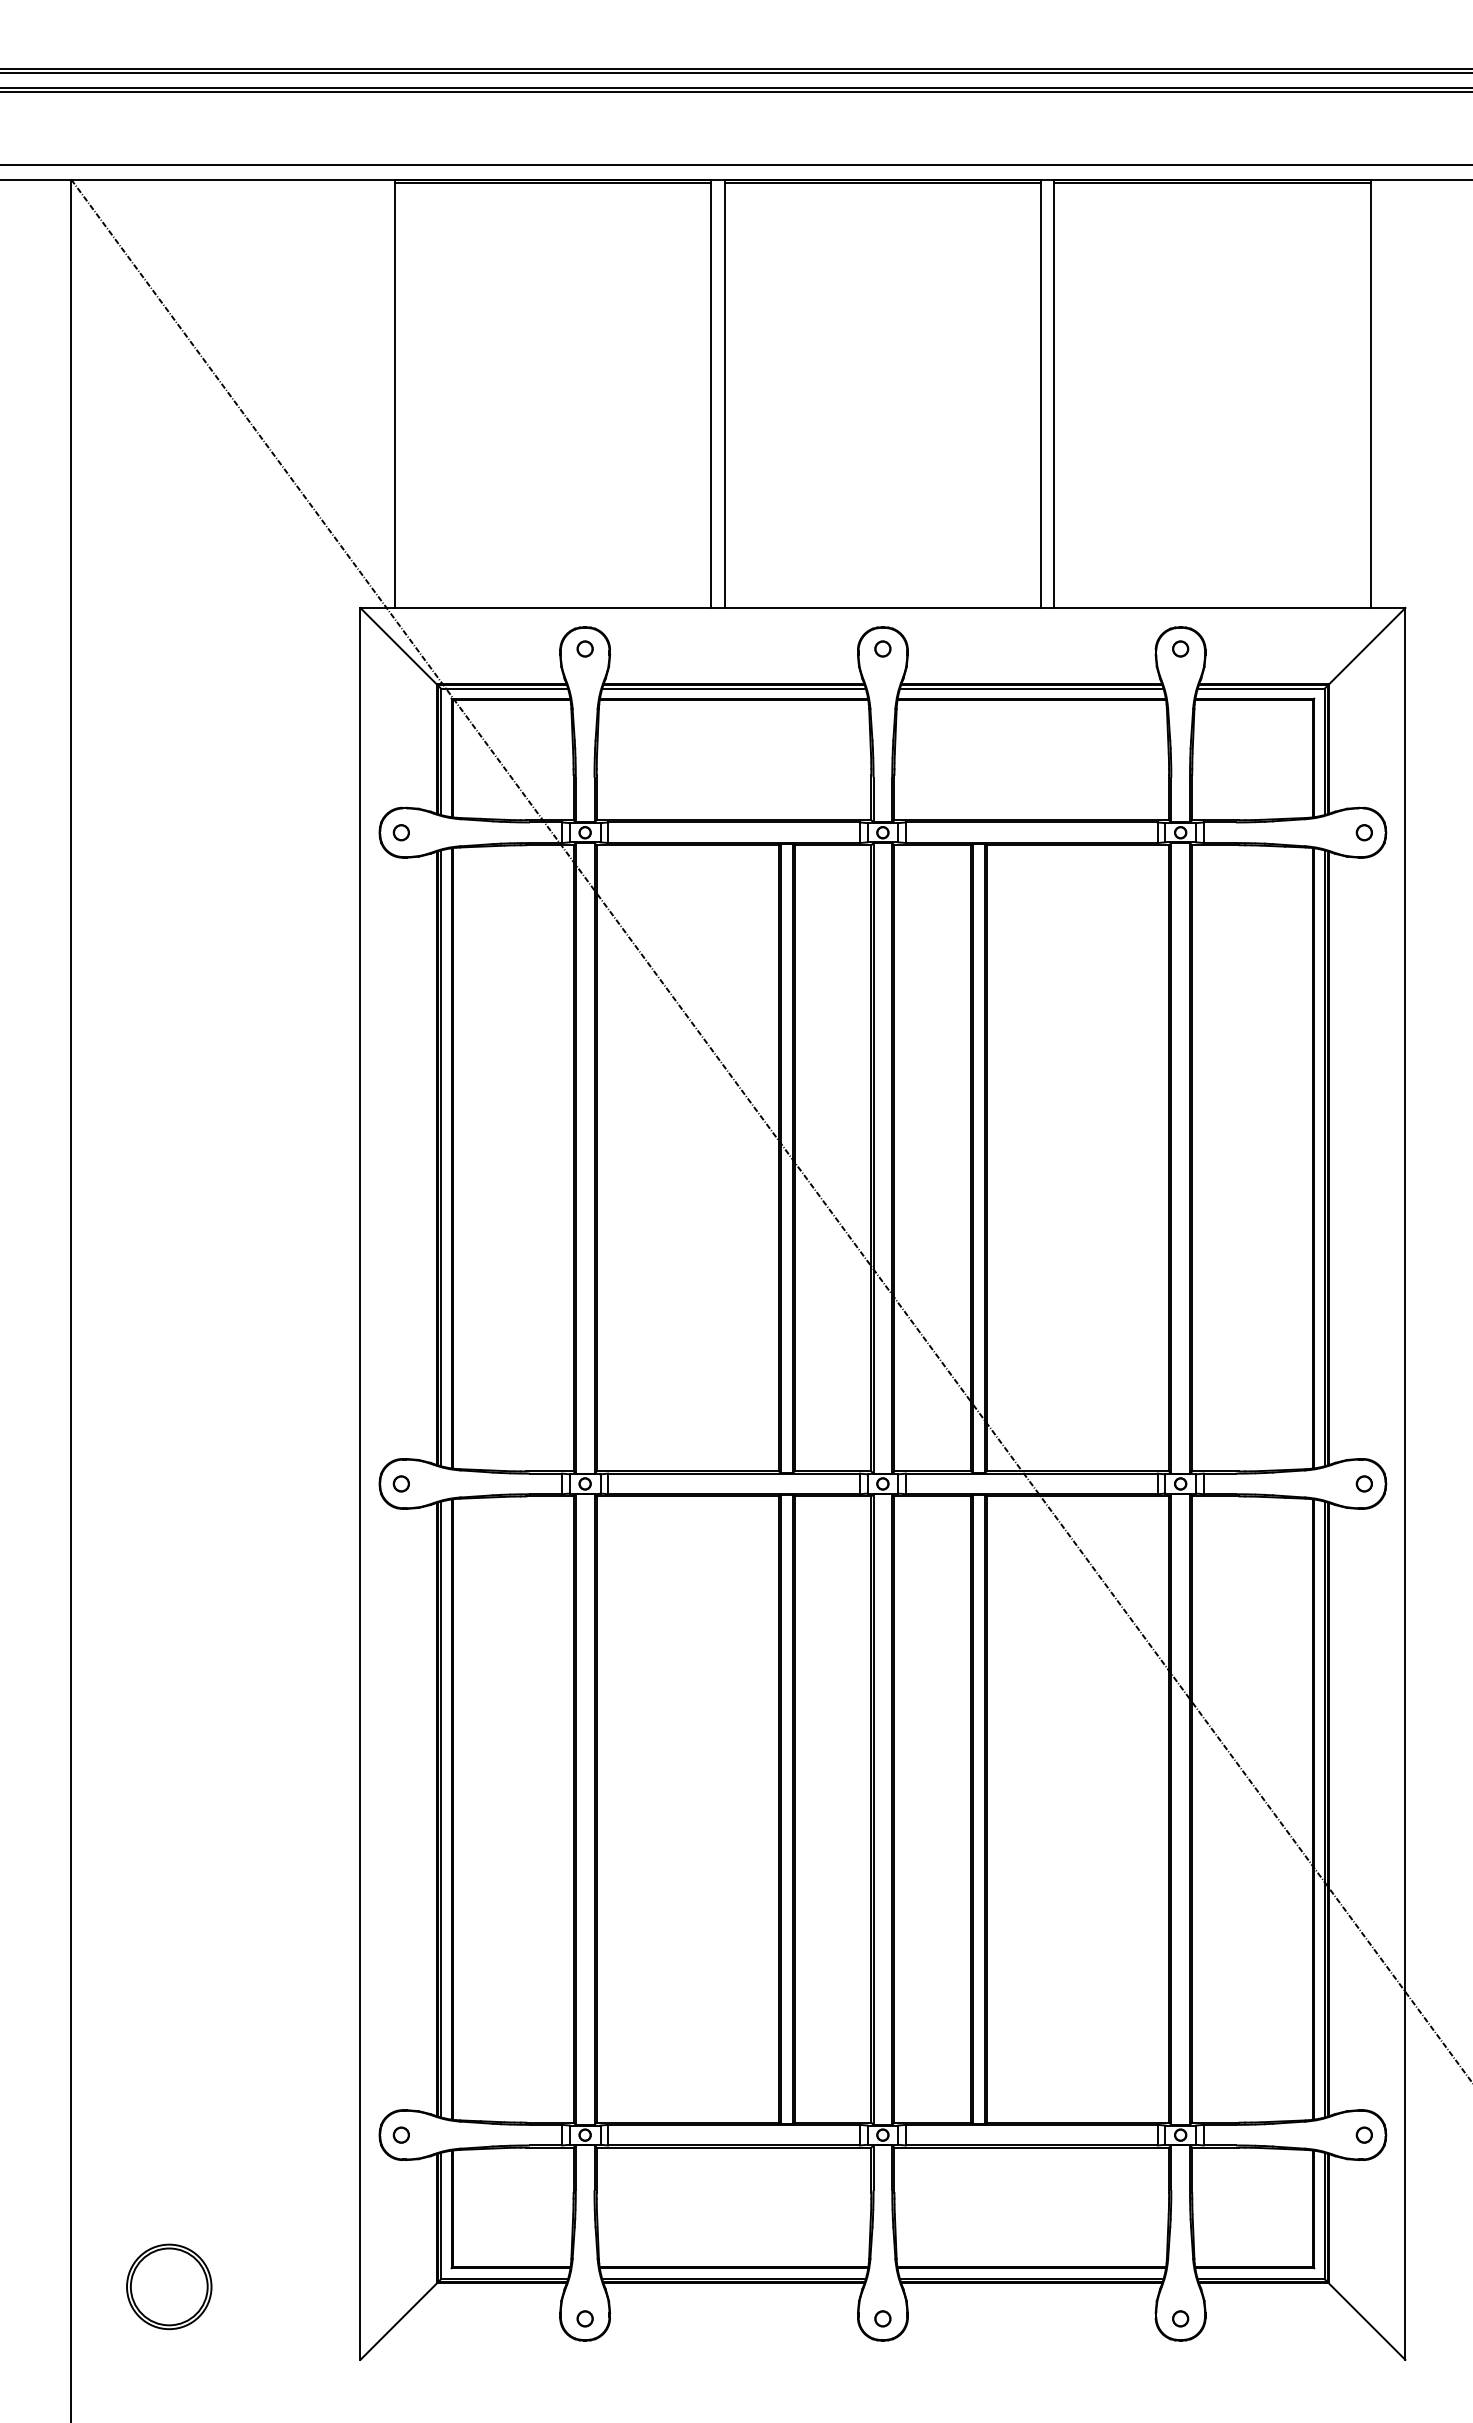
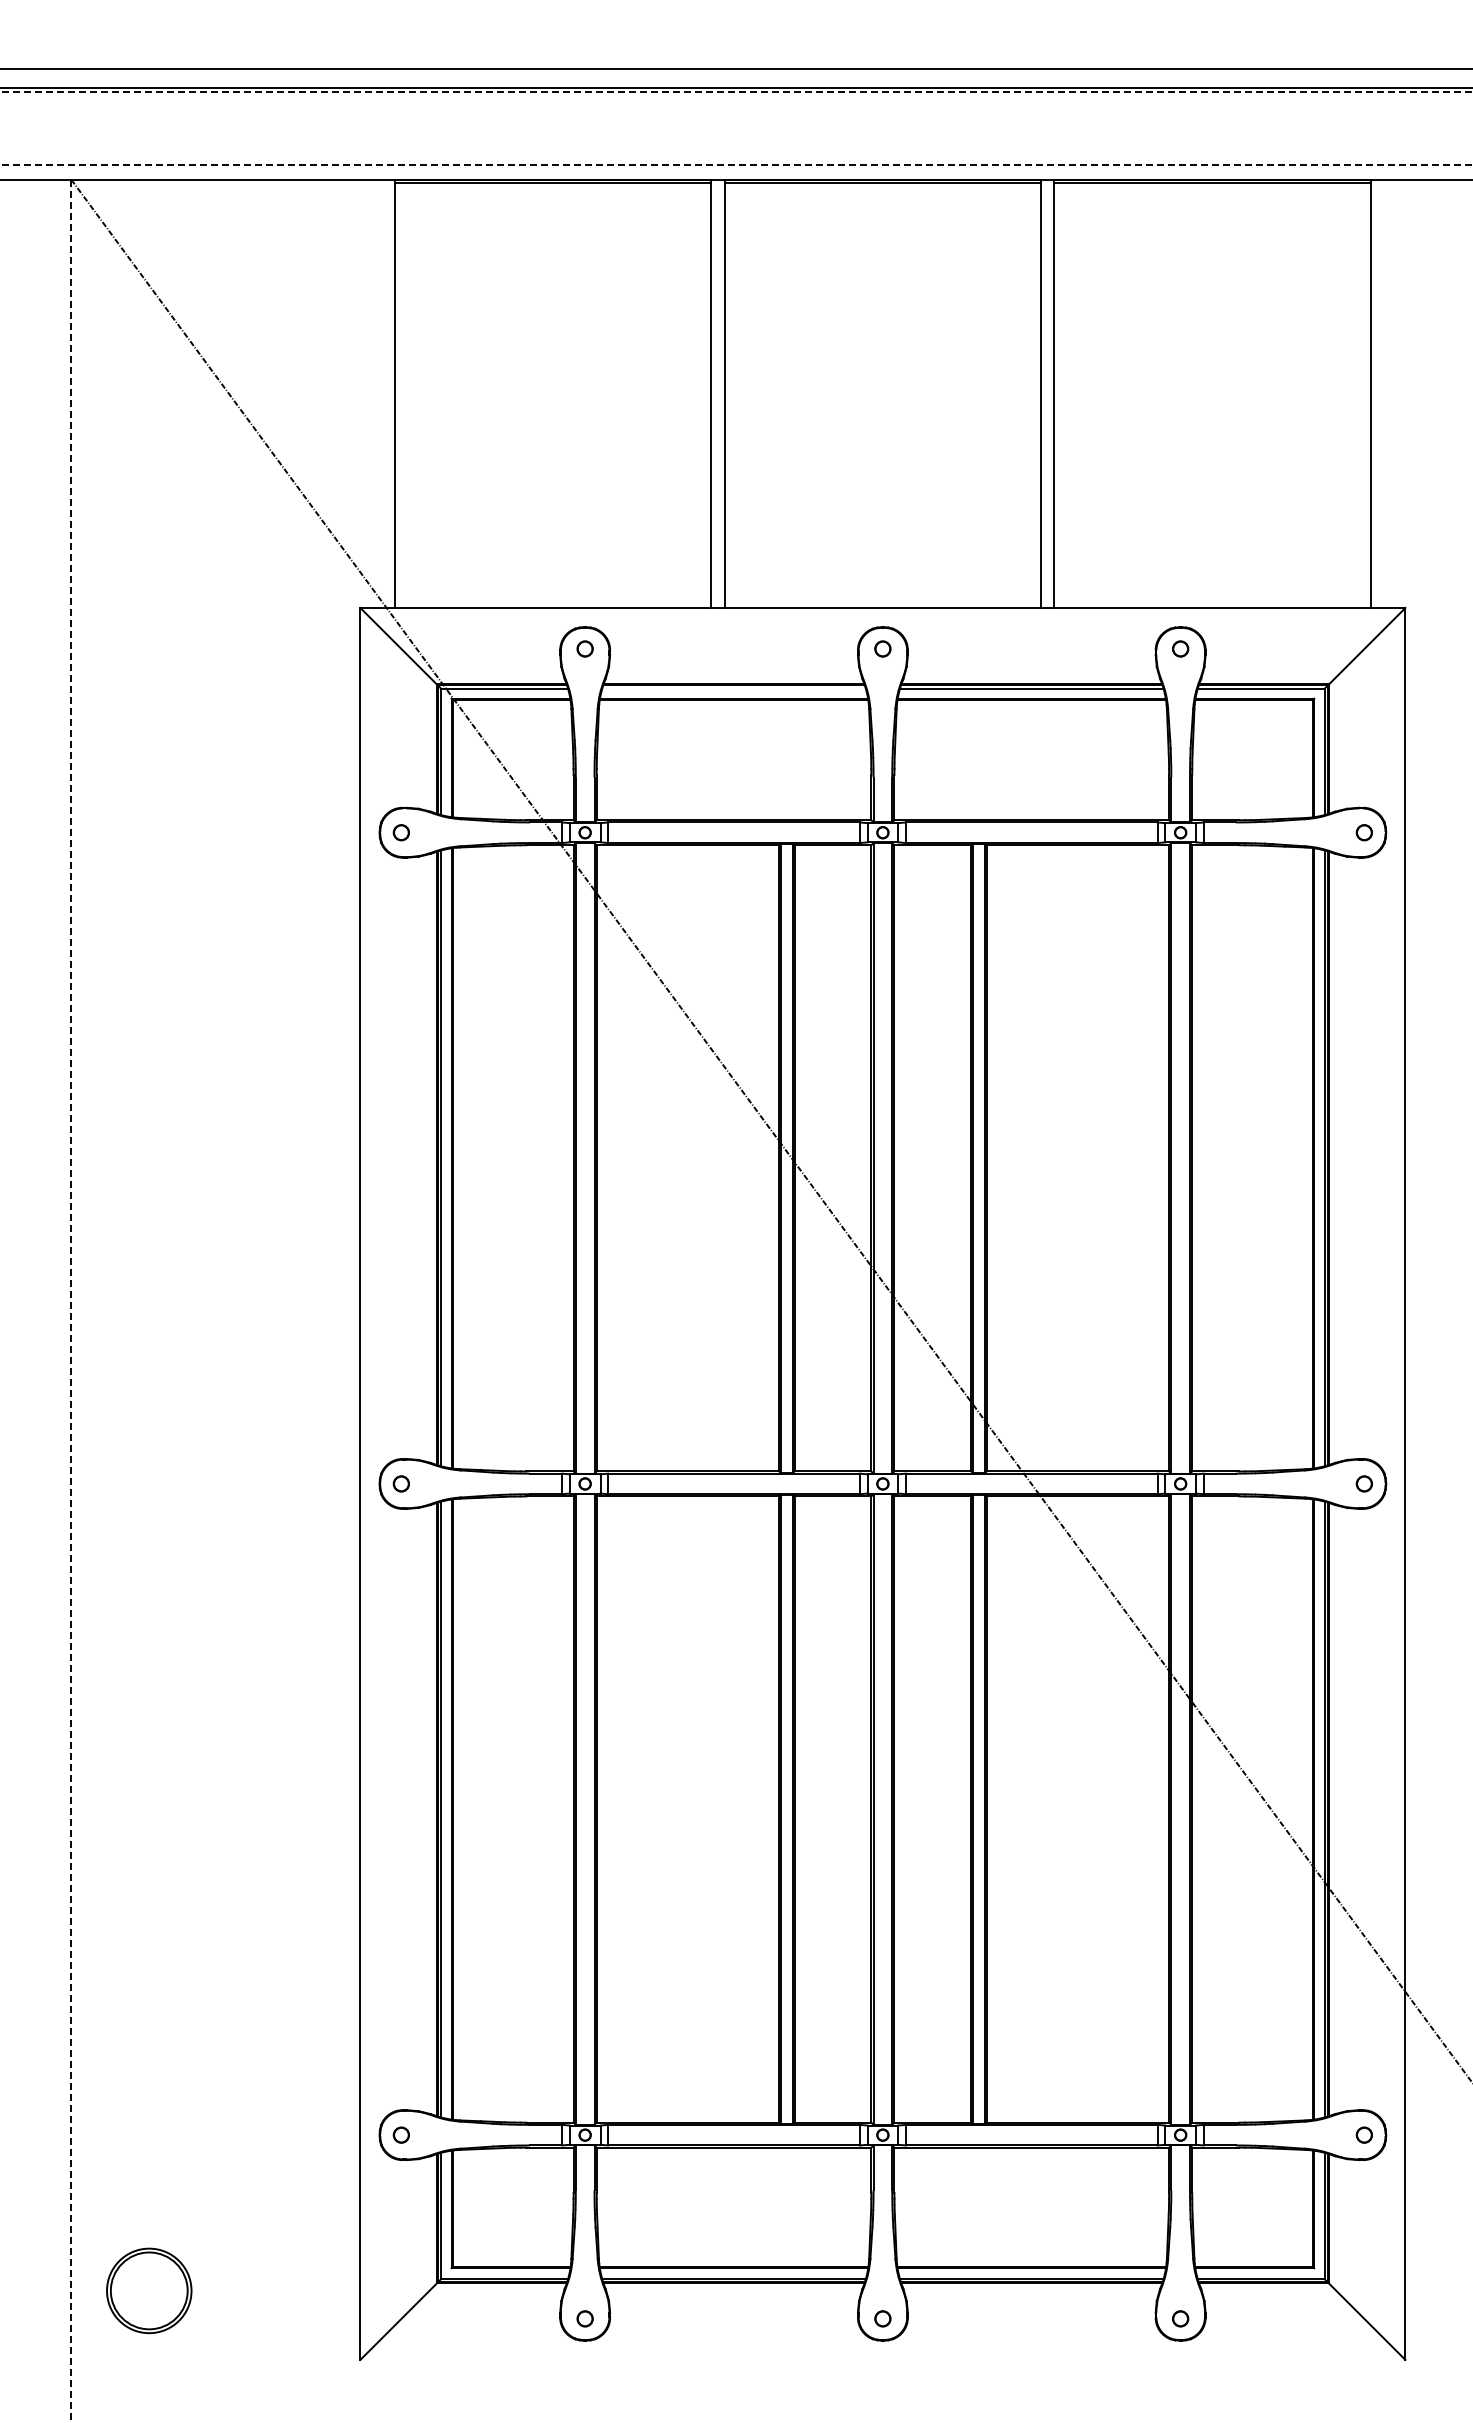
line at (735, 72): present -> none
line at (736, 92): solid -> dashed
line at (736, 165): solid -> dashed
line at (733, 688): present -> none
line at (71, 1301): solid -> dashed
part at (169, 2286) position: (169, 2286) -> (149, 2290)
